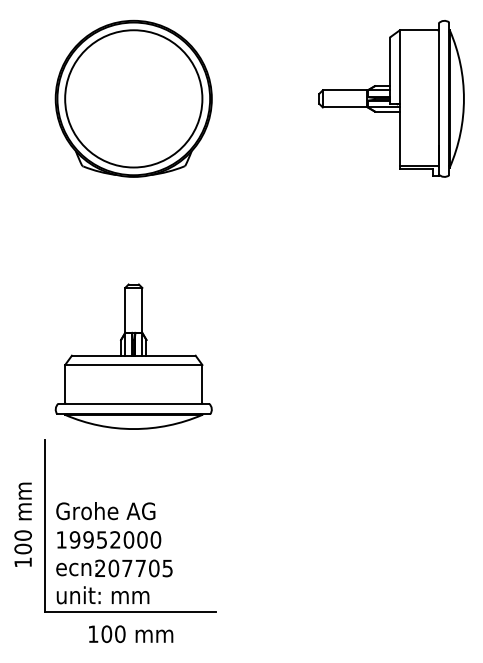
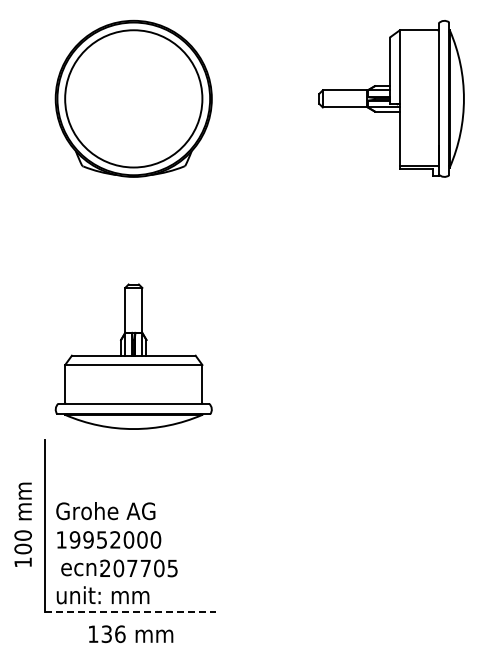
text at (114, 568) position: (114, 568) -> (119, 568)
line at (130, 611): solid -> dashed
text at (113, 634): 100 -> 136
